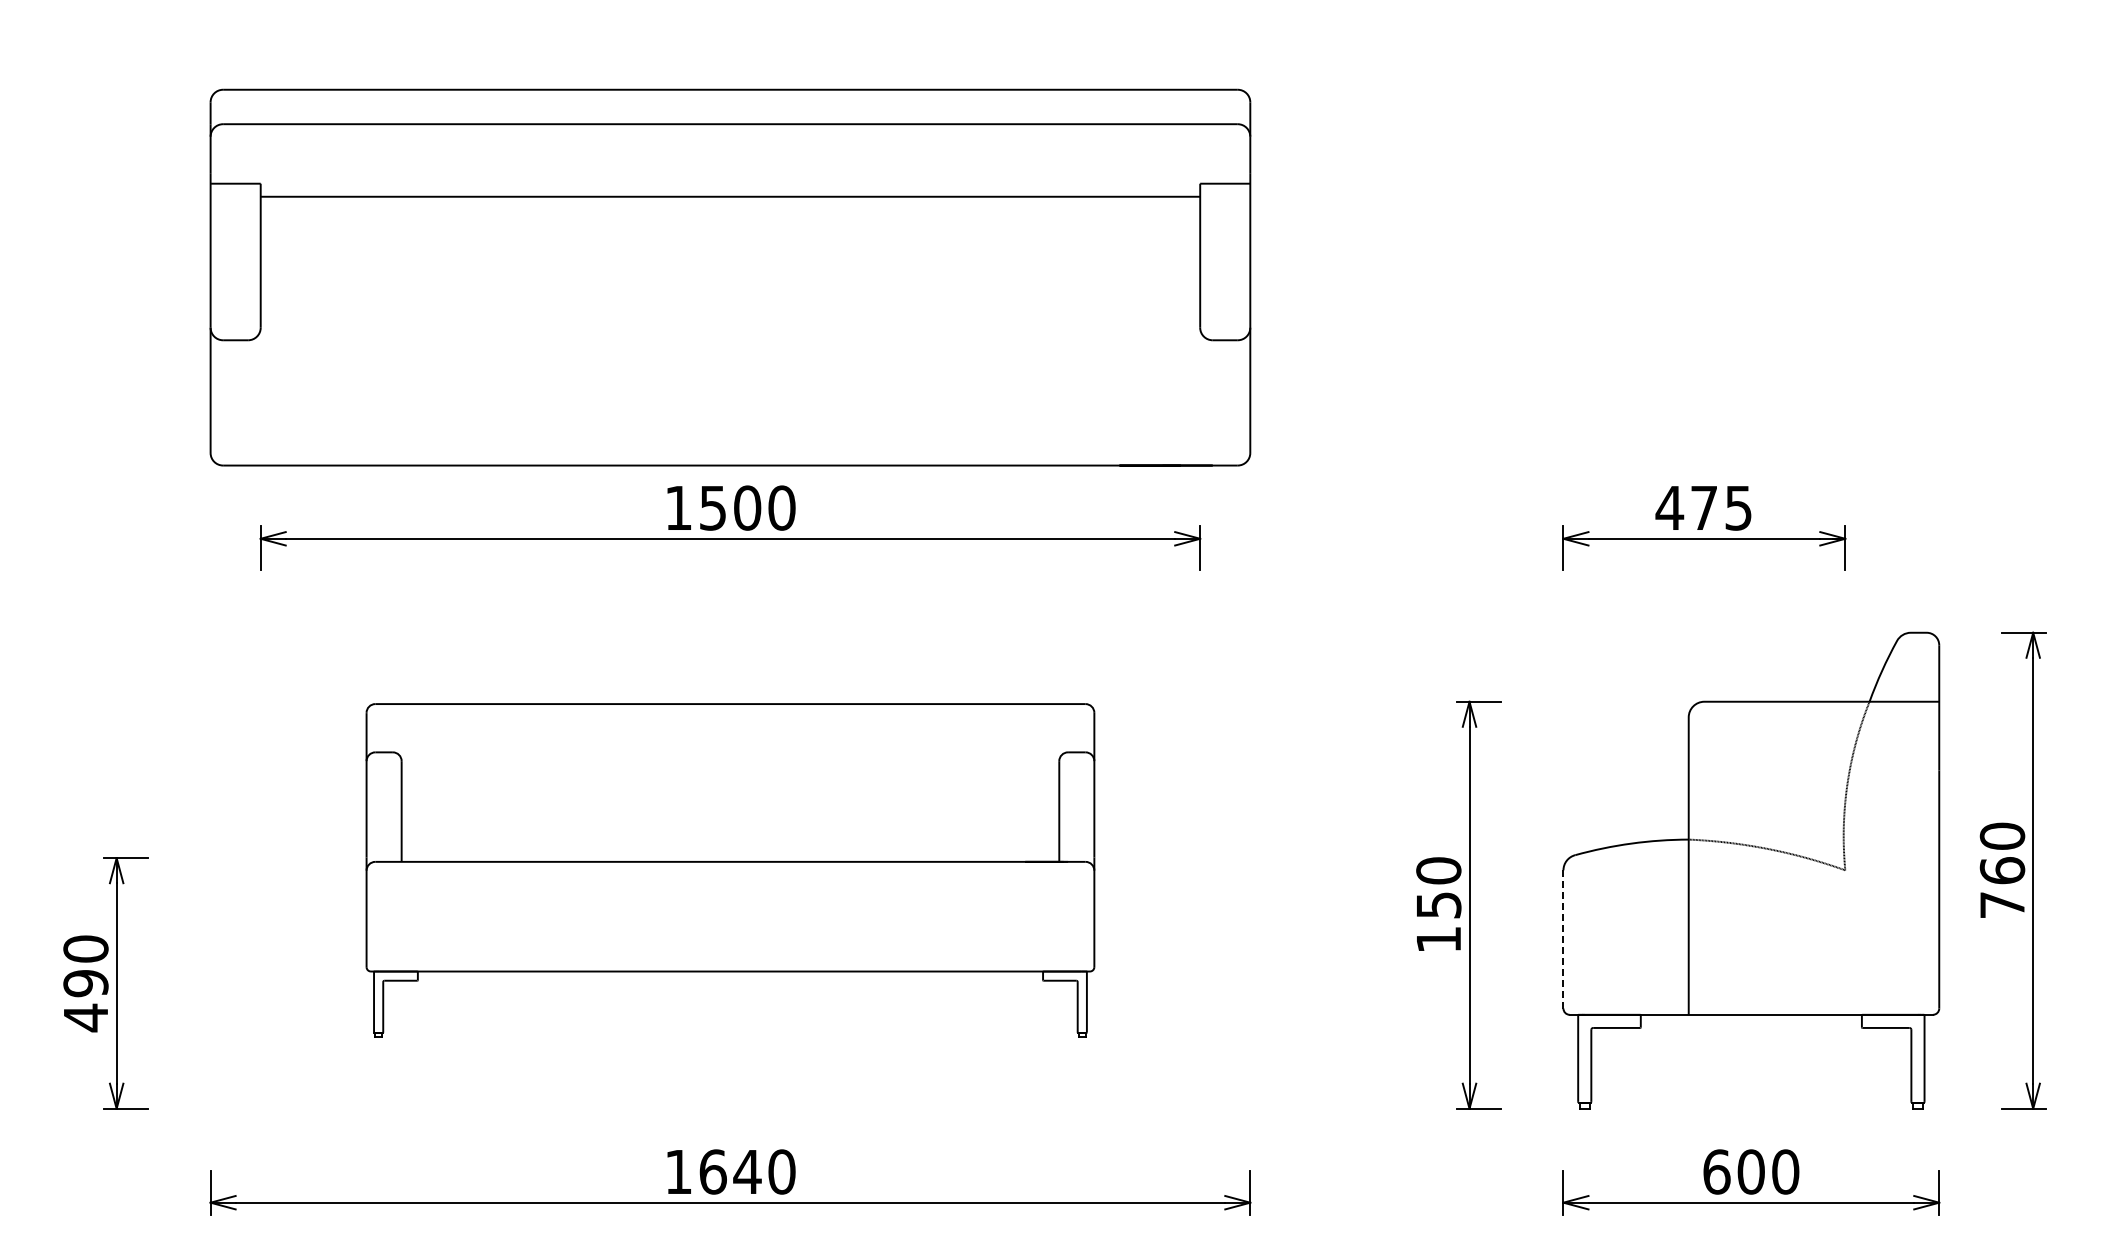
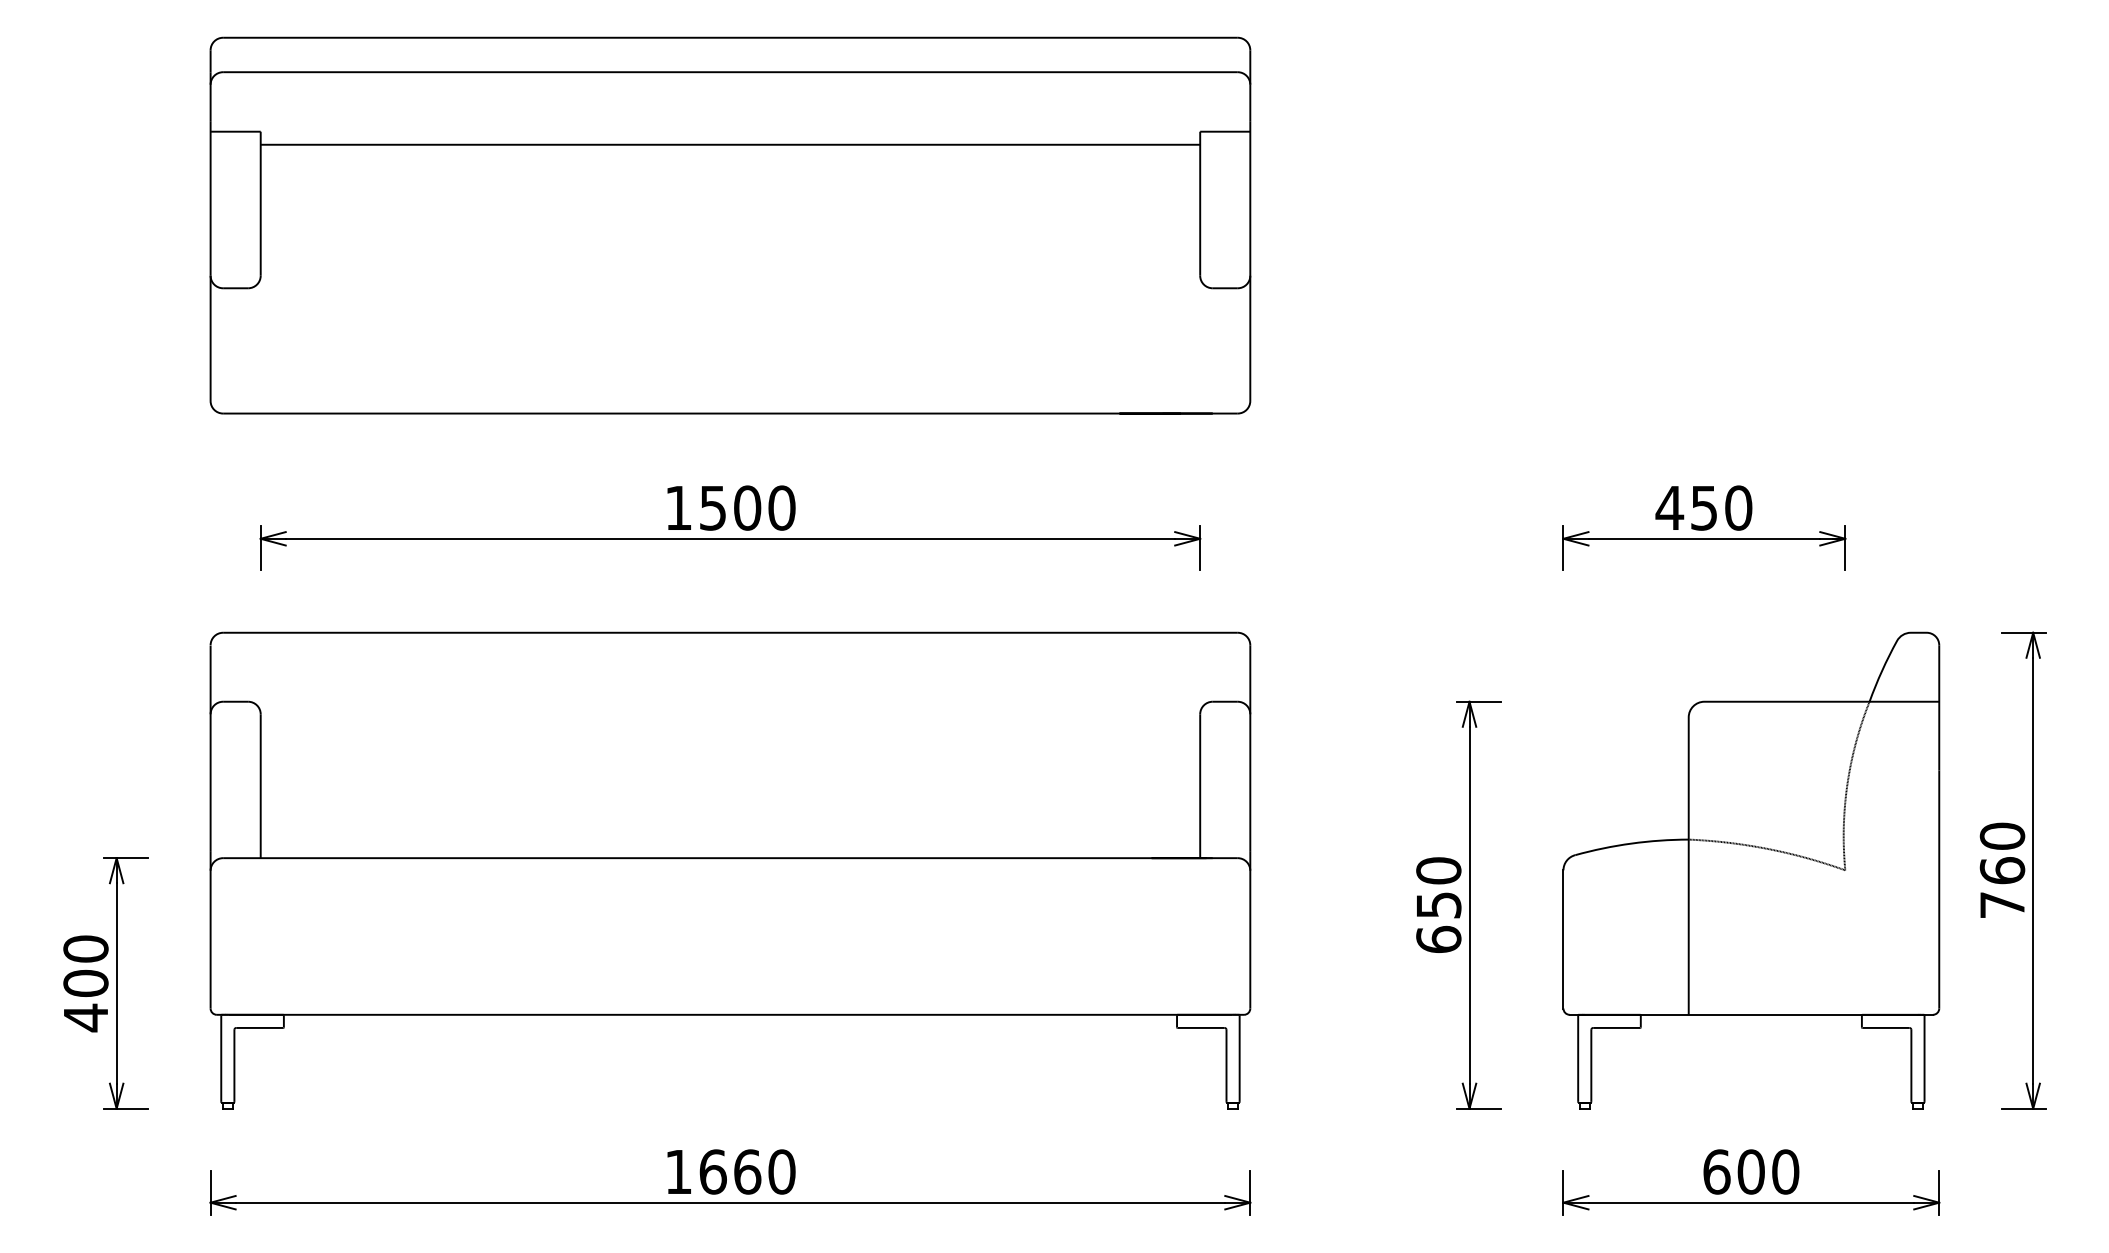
part at (730, 277) position: (730, 277) -> (730, 225)
text at (1721, 507): 475 -> 450
part at (730, 870) size: 731x335 px -> 1043x479 px
text at (1438, 938): 150 -> 650
line at (1563, 939): dashed -> solid
text at (85, 983): 490 -> 400
text at (747, 1171): 1640 -> 1660
